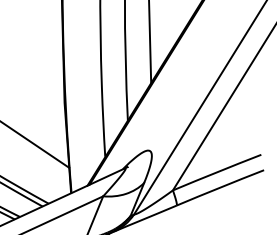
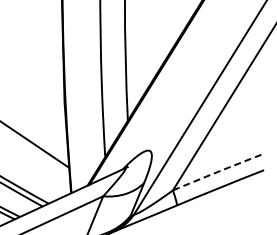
line at (150, 42): present -> none
arc at (217, 172): solid -> dashed
